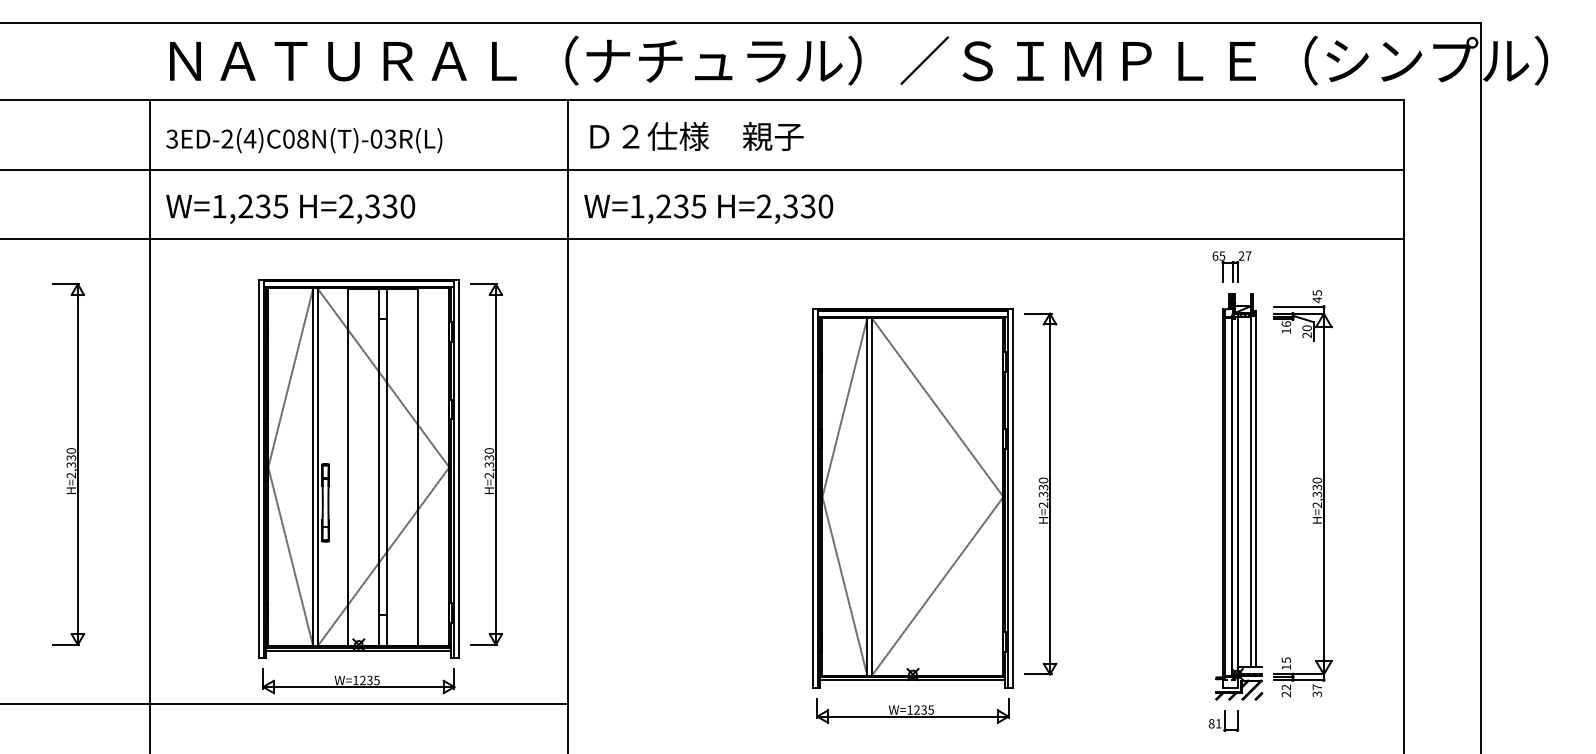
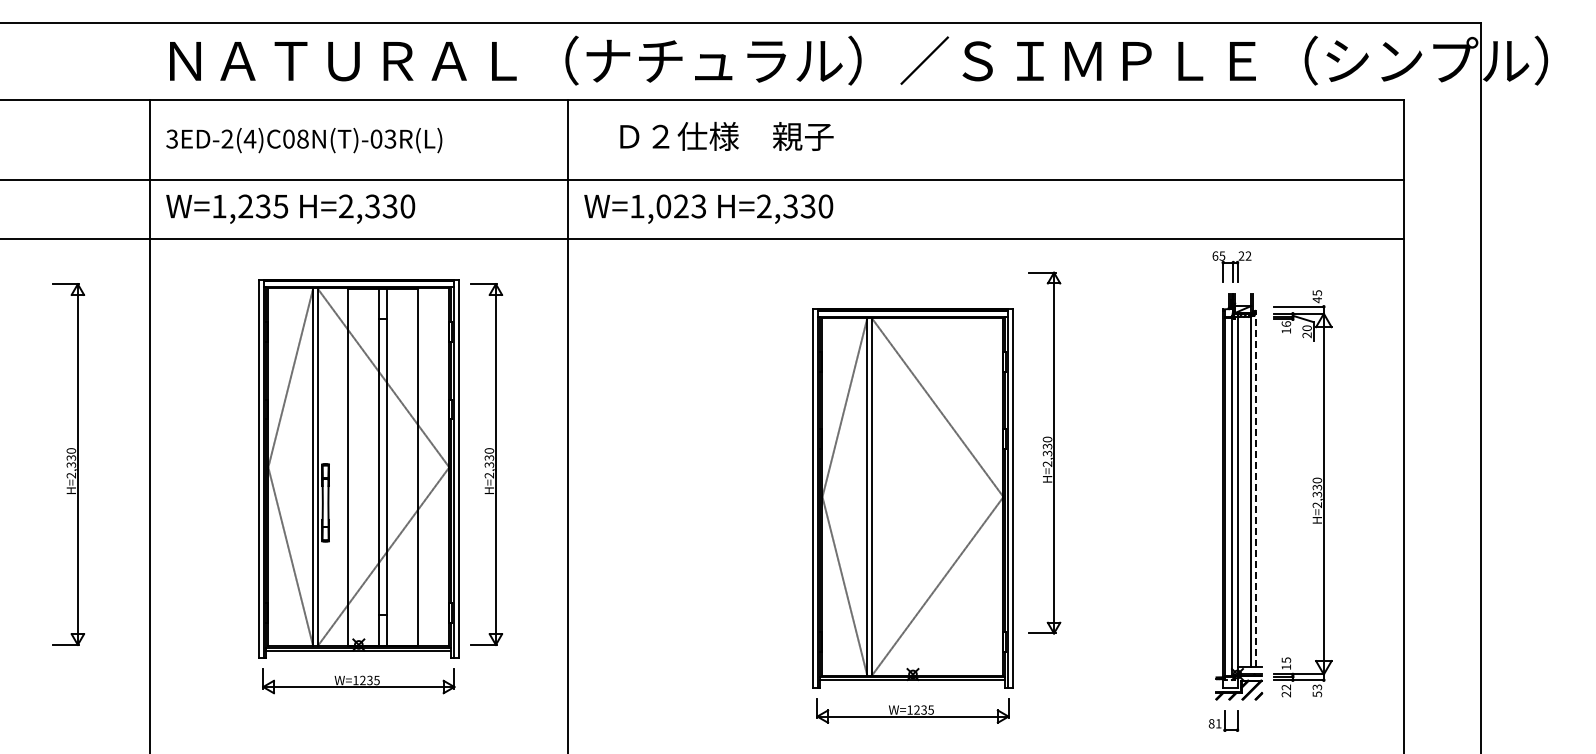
text at (696, 135) position: (696, 135) -> (726, 135)
line at (702, 169) position: (702, 169) -> (702, 179)
text at (681, 206): W=1,235 -> W=1,023
text at (1248, 255): 27 -> 22
line at (1255, 489): solid -> dashed
part at (1040, 493) position: (1040, 493) -> (1044, 452)
text at (1317, 690): 37 -> 53
line at (284, 703): present -> none
